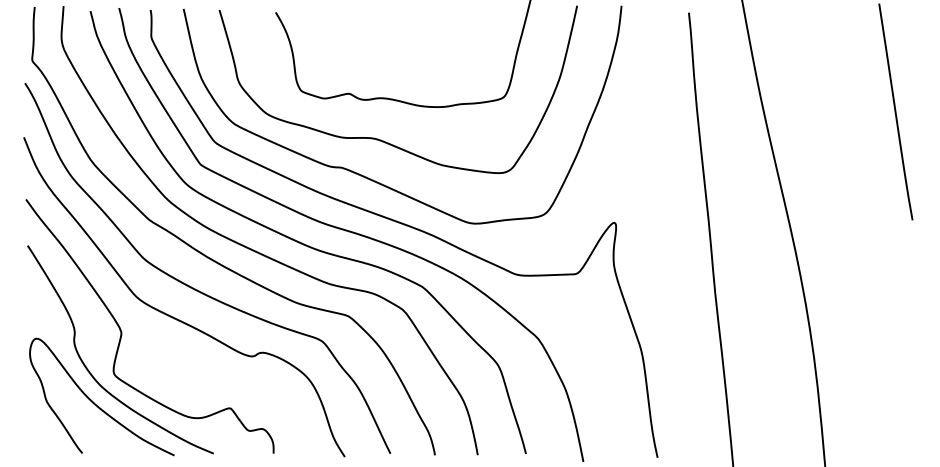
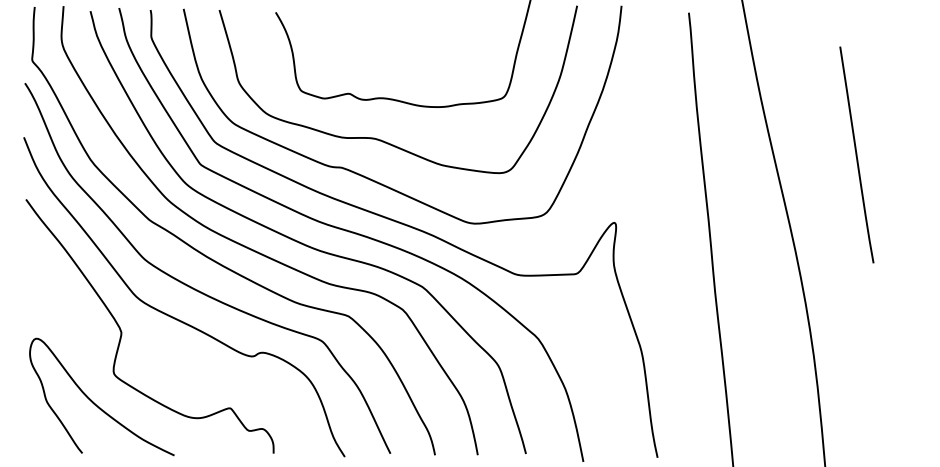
line at (895, 111) position: (895, 111) -> (856, 154)
curve at (89, 370): present -> none
